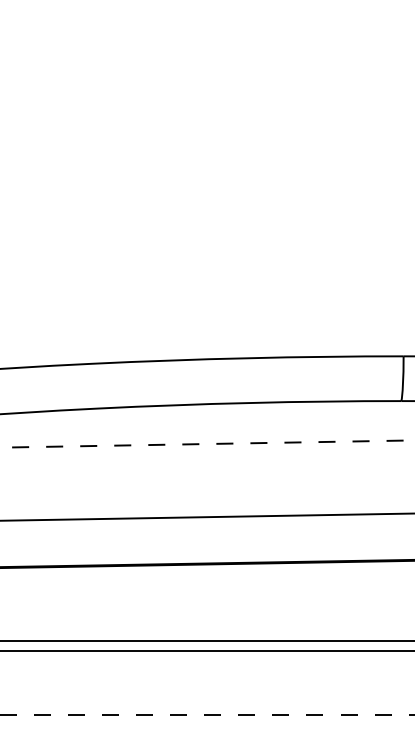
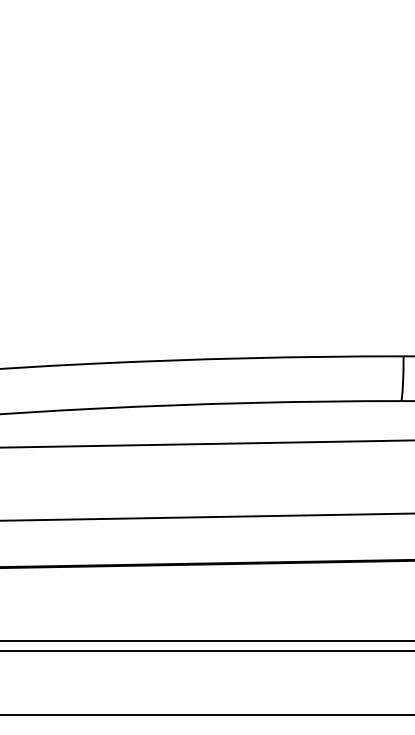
line at (207, 444): dashed -> solid
line at (207, 714): dashed -> solid
